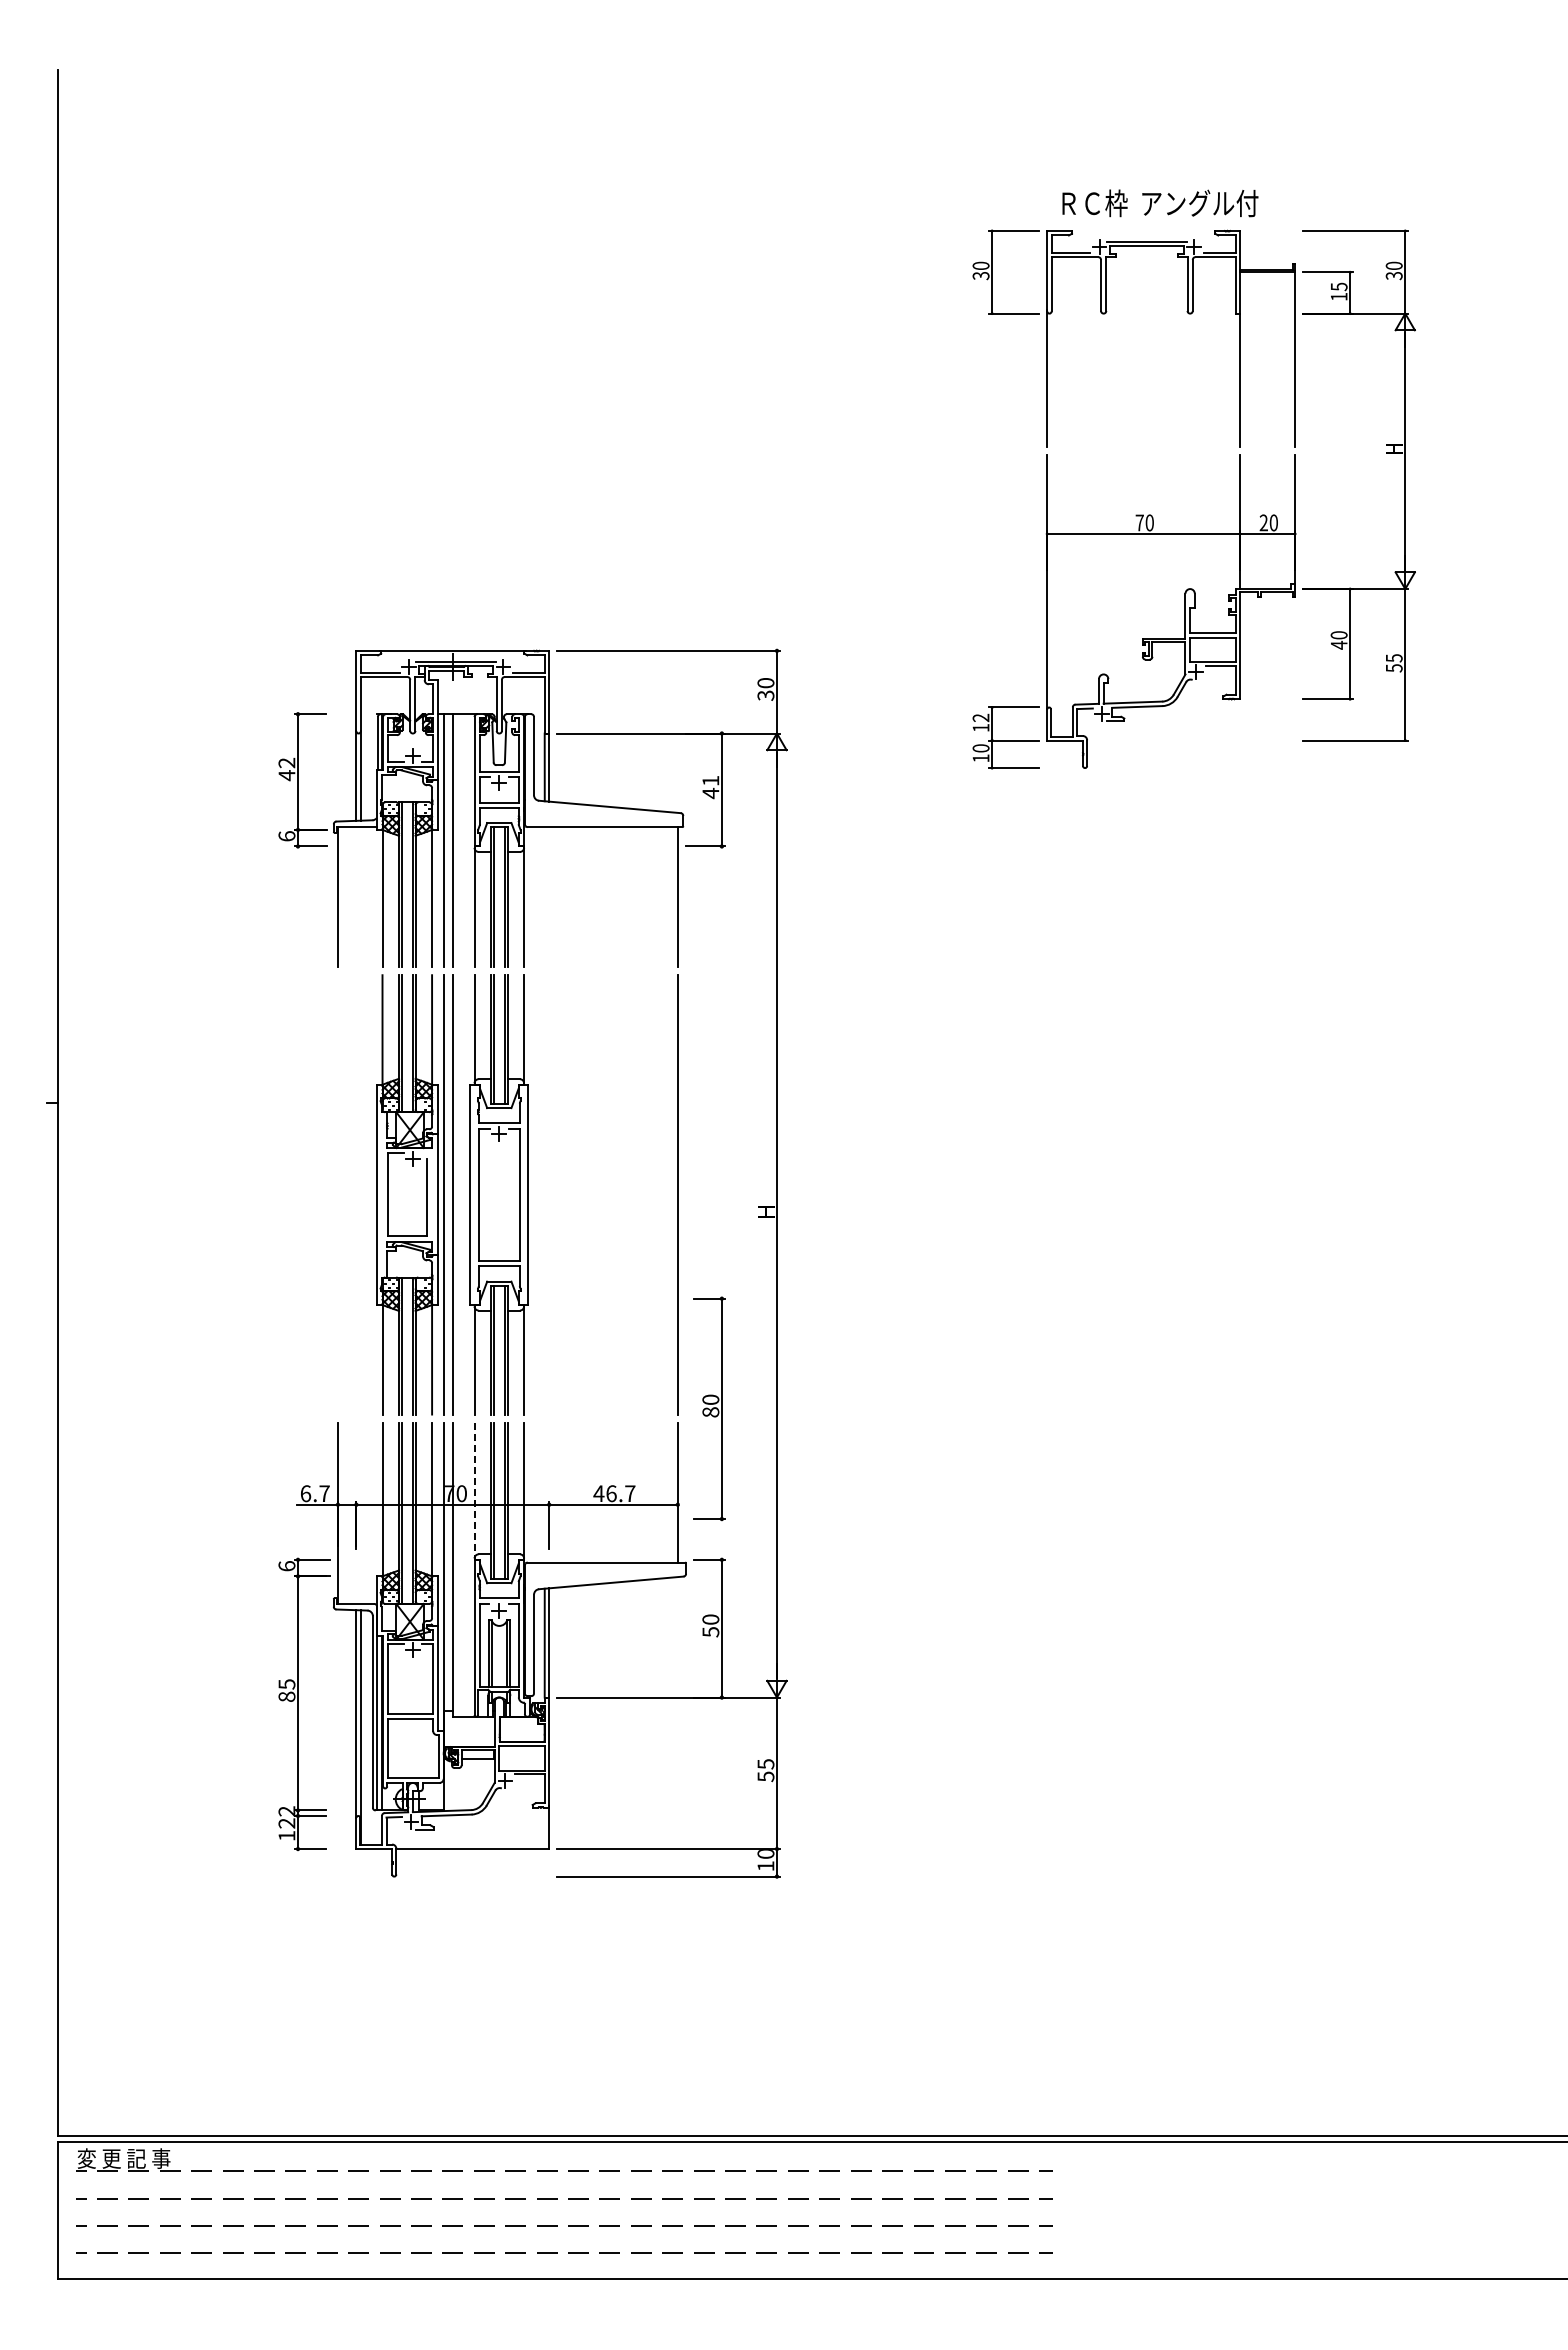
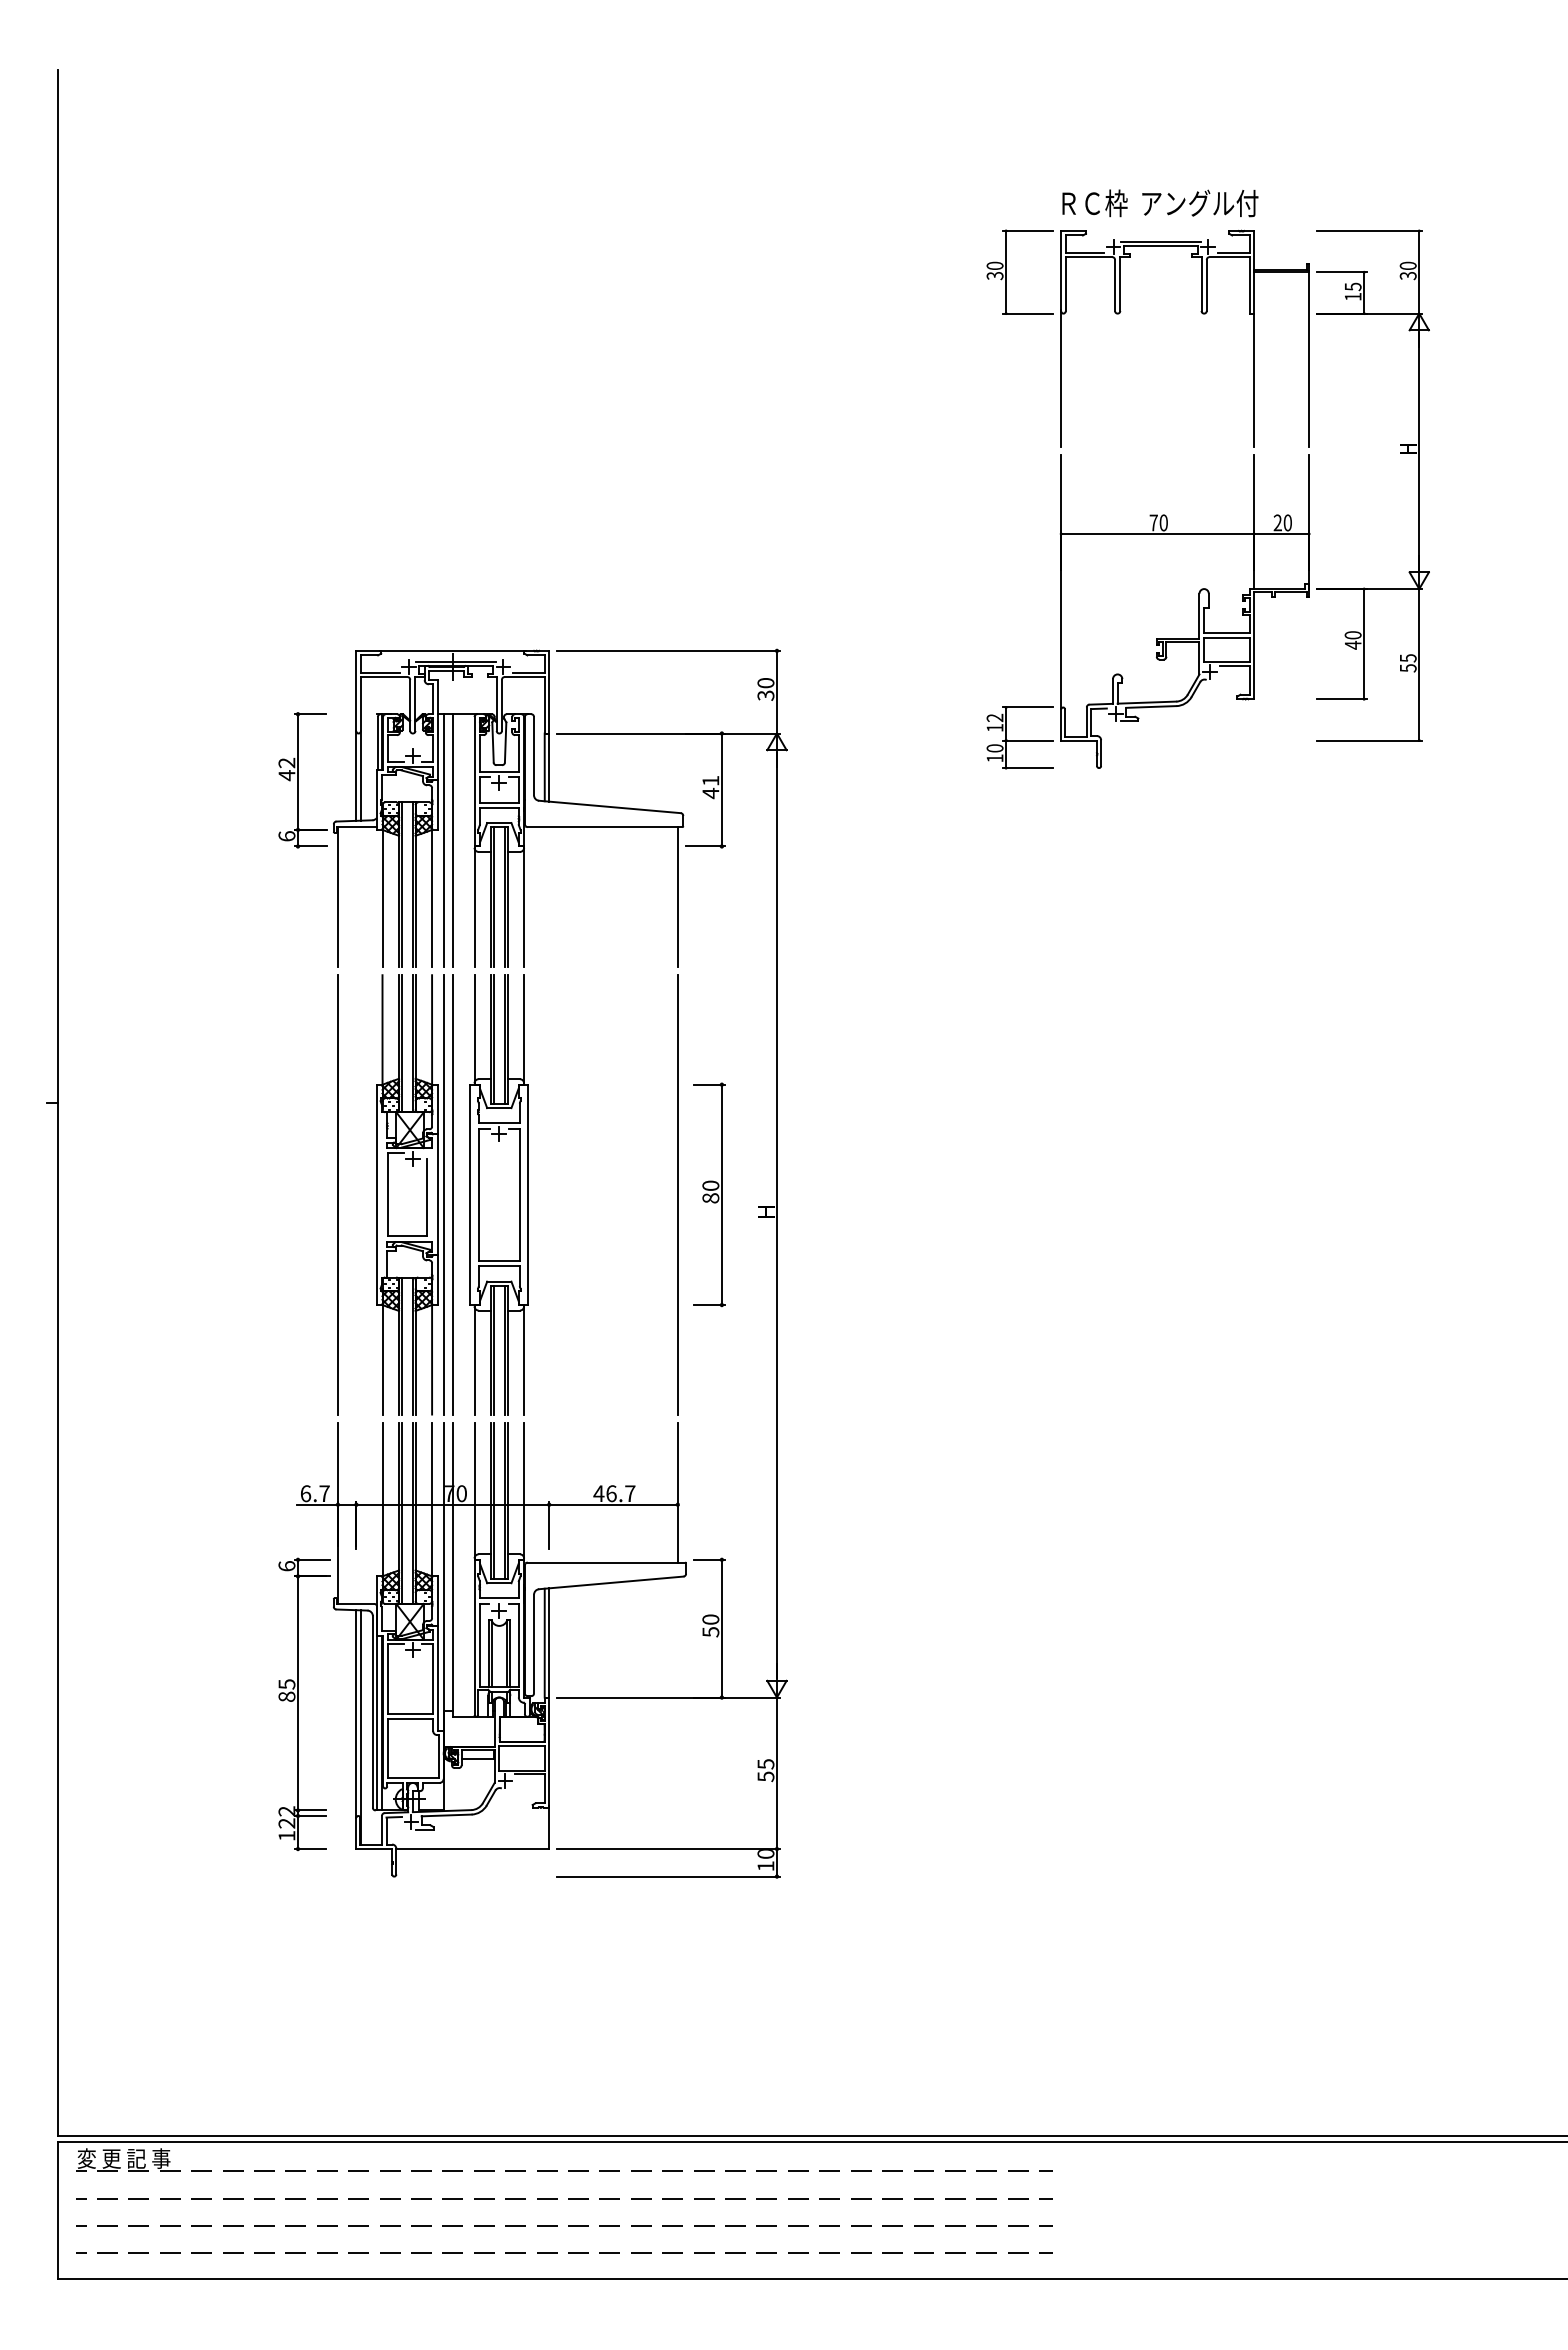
part at (1193, 533) position: (1193, 533) -> (1207, 533)
line at (337, 1194): none -> present
part at (709, 1408) position: (709, 1408) -> (709, 1194)
line at (474, 1490): dashed -> solid
